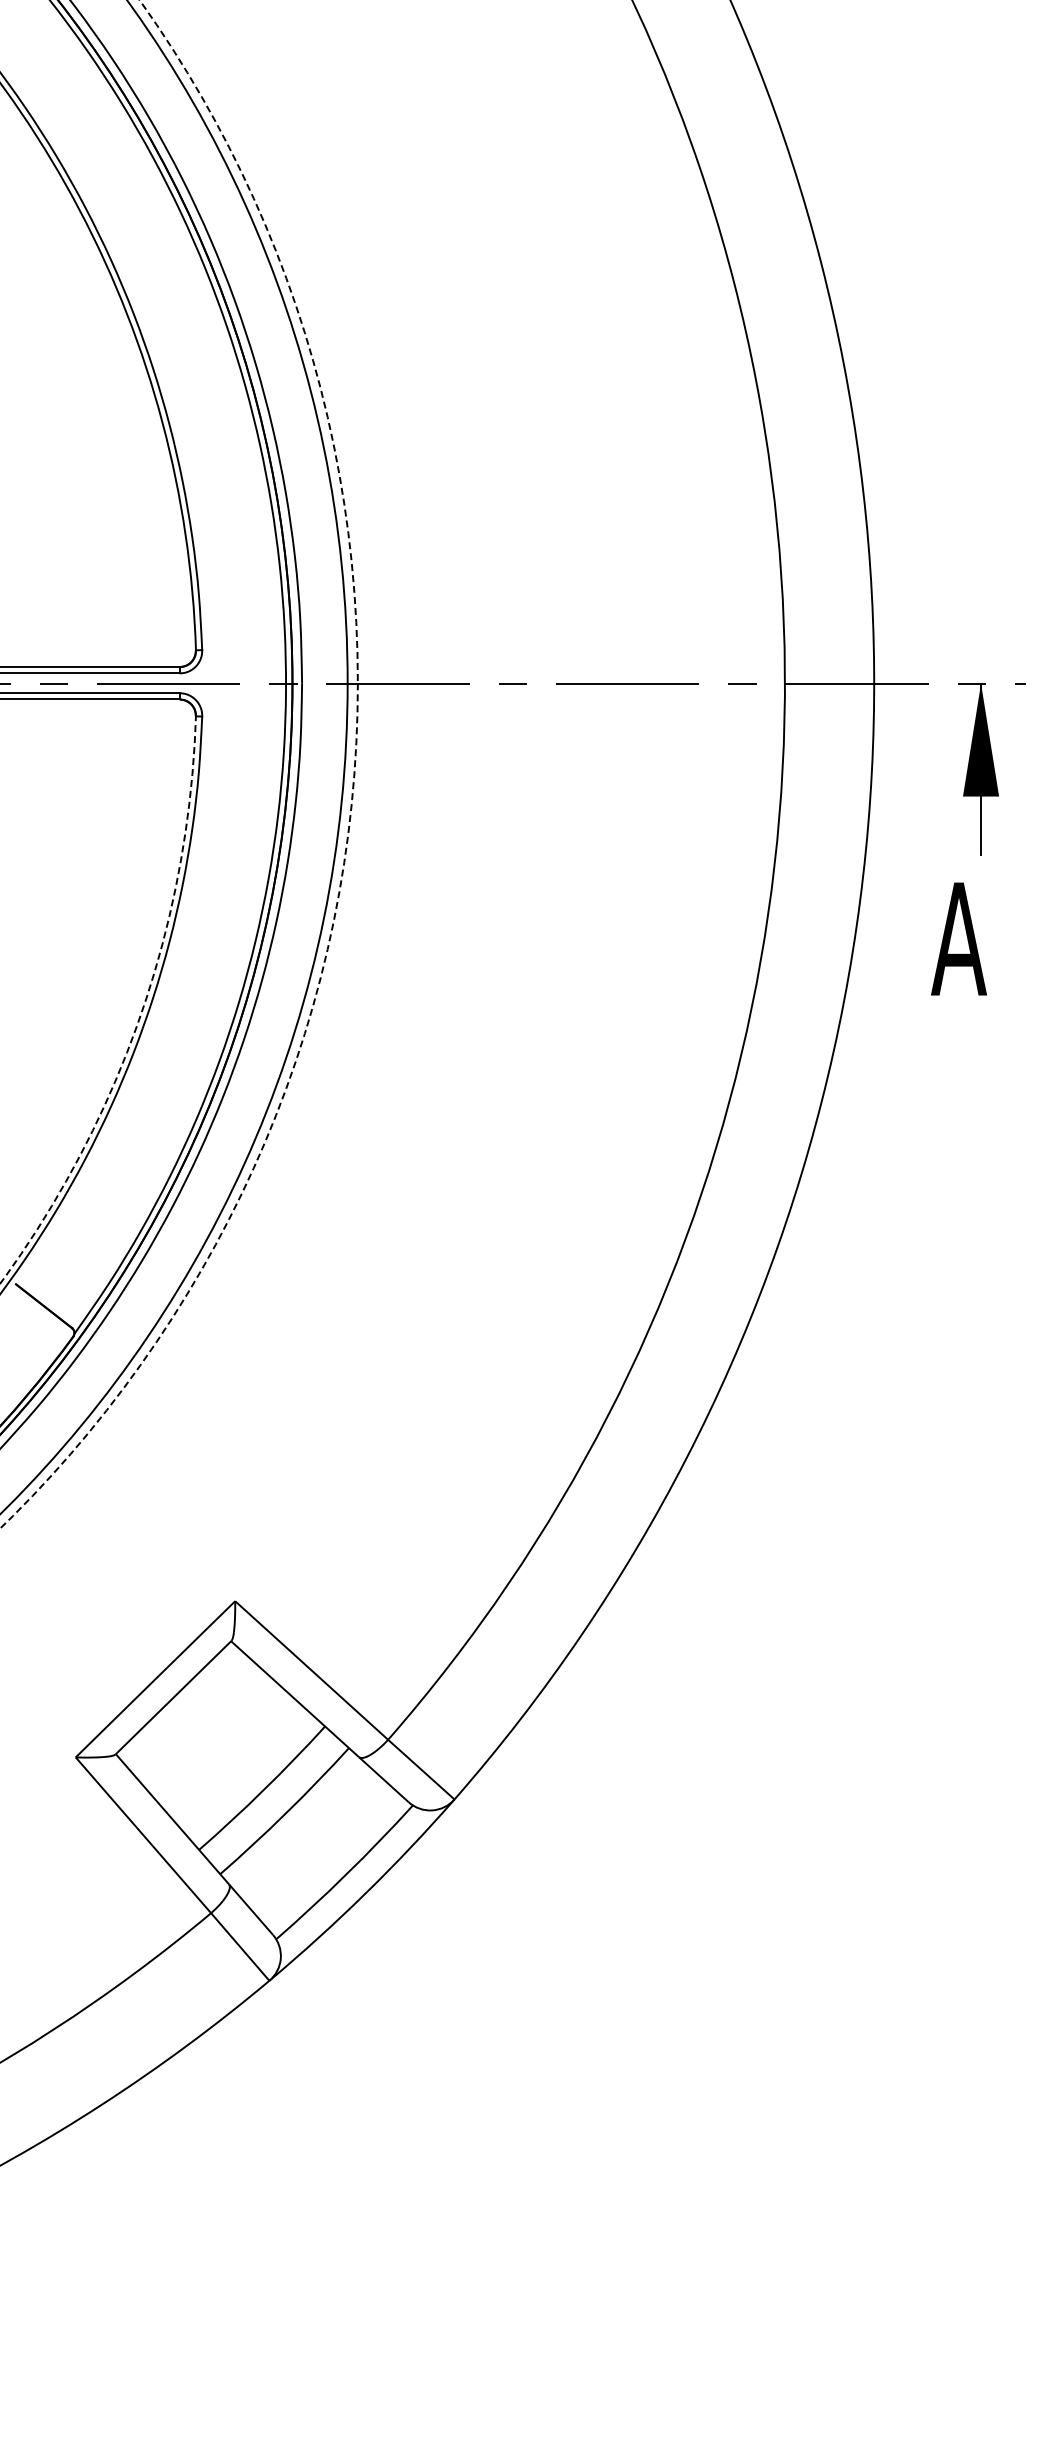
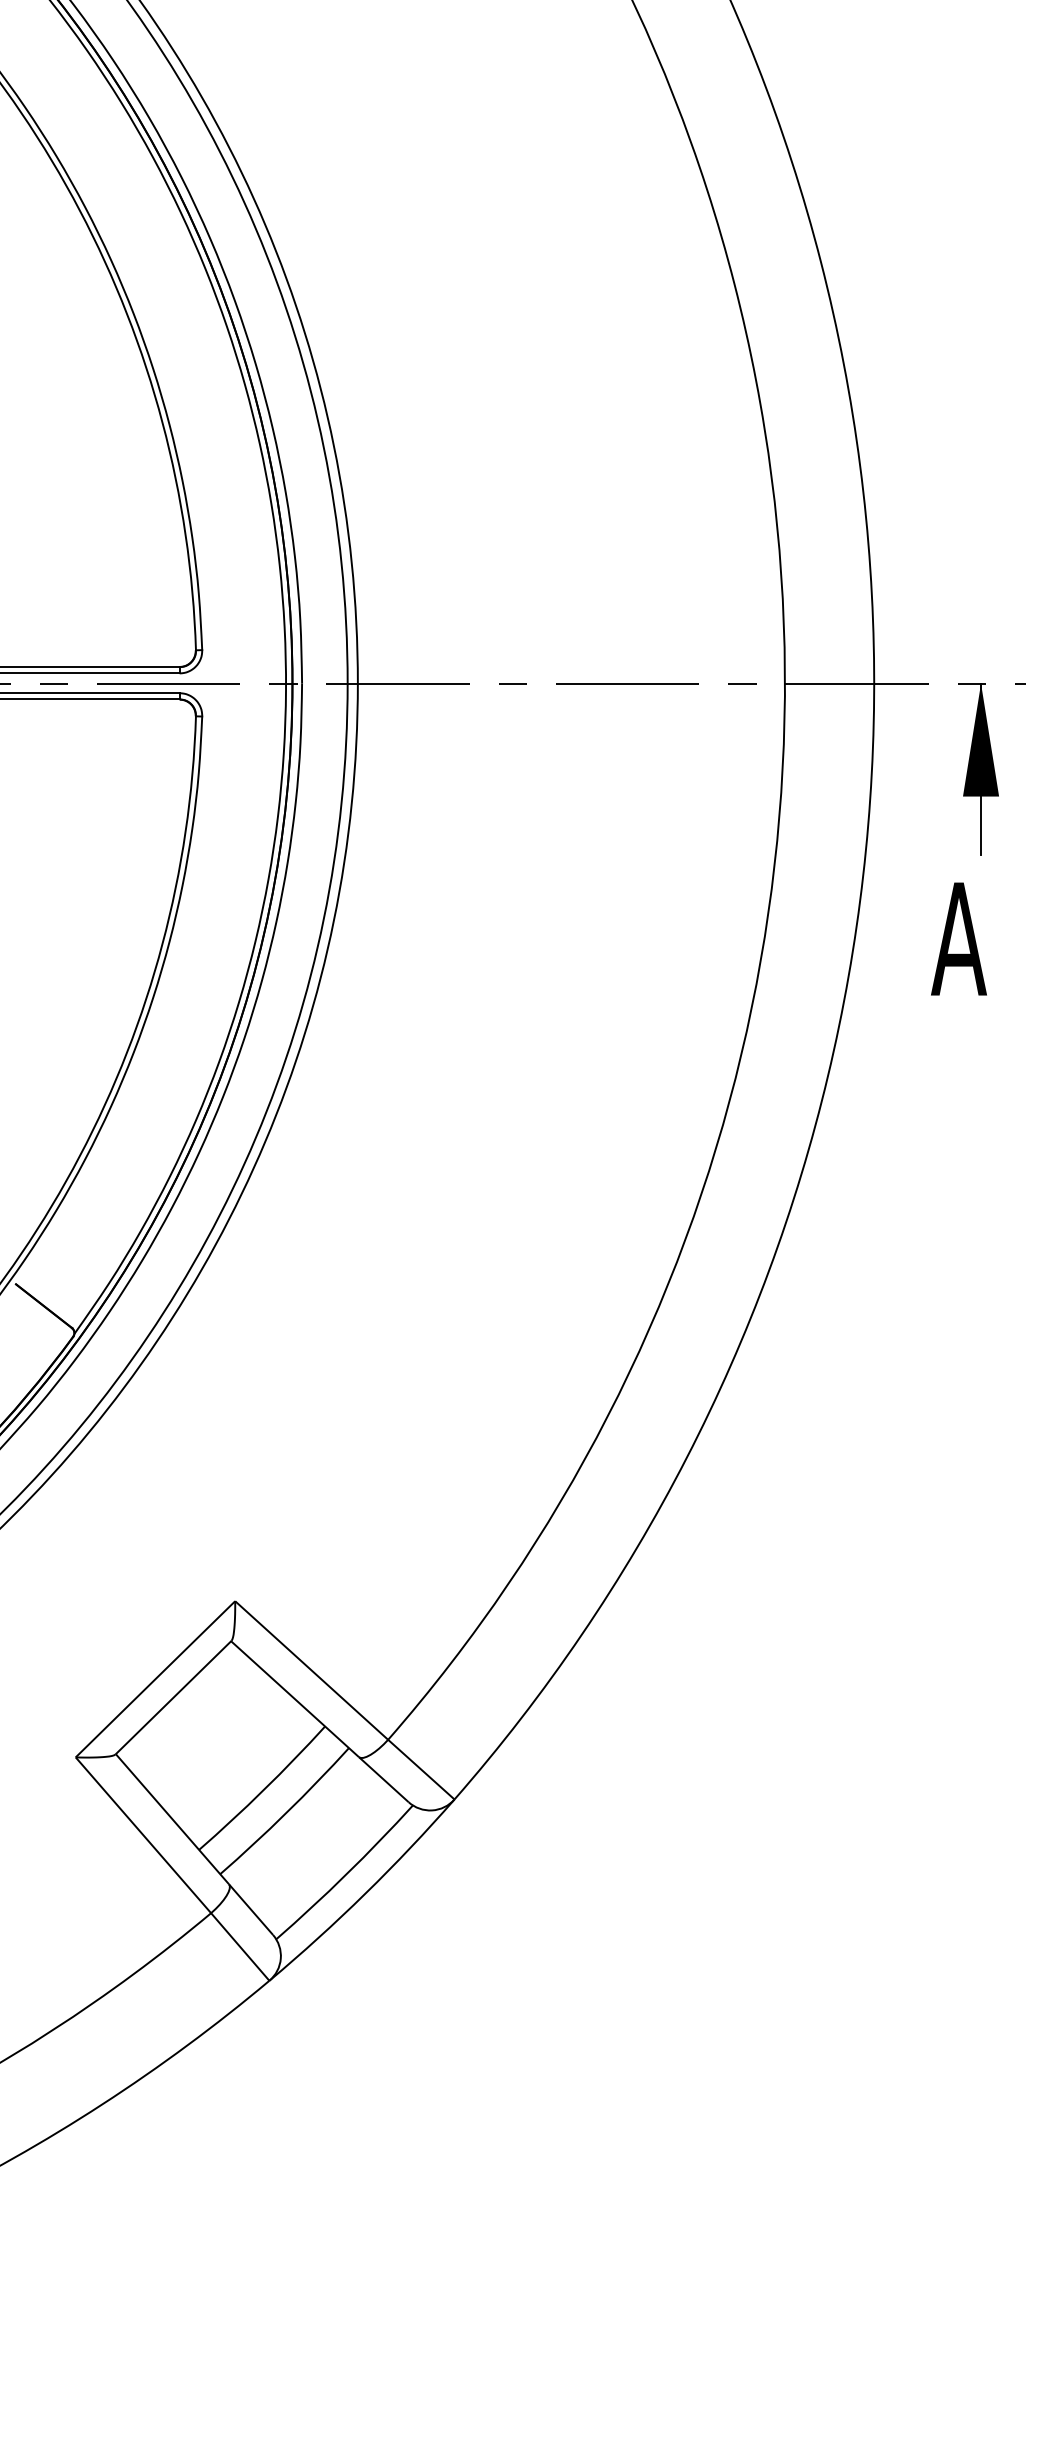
circle at (178, 764): dashed -> solid
arc at (140, 1015): dashed -> solid
